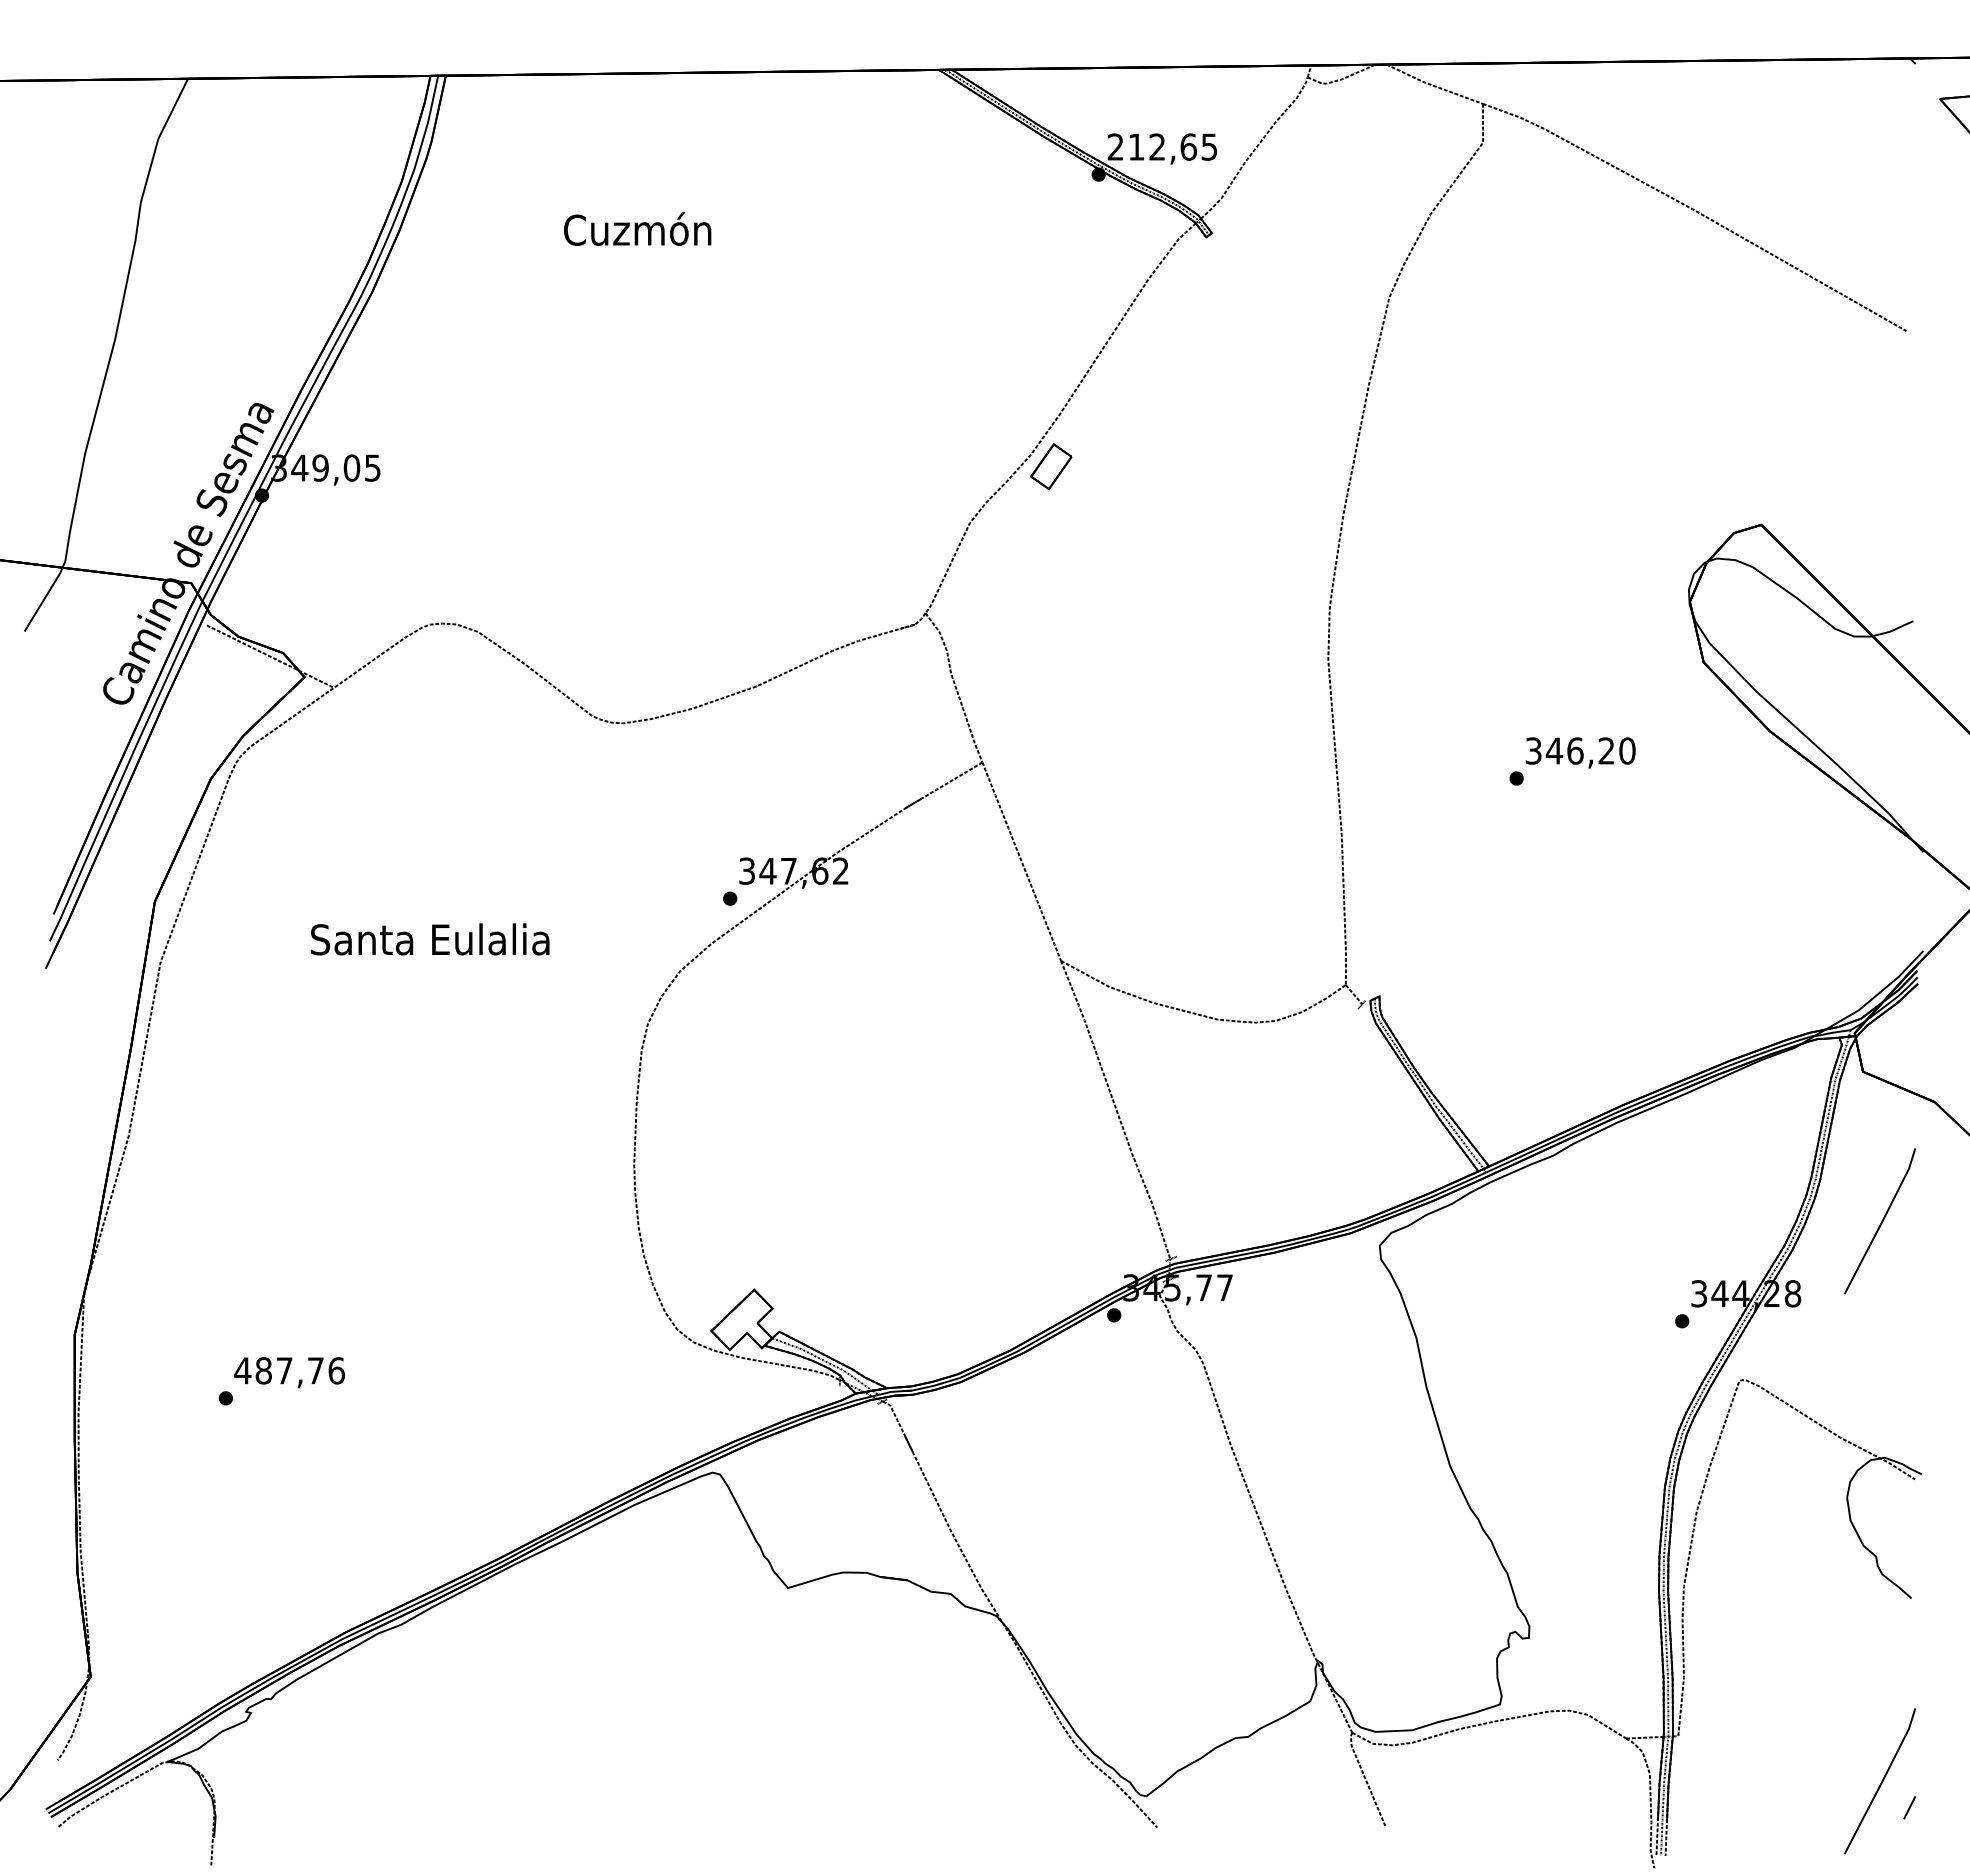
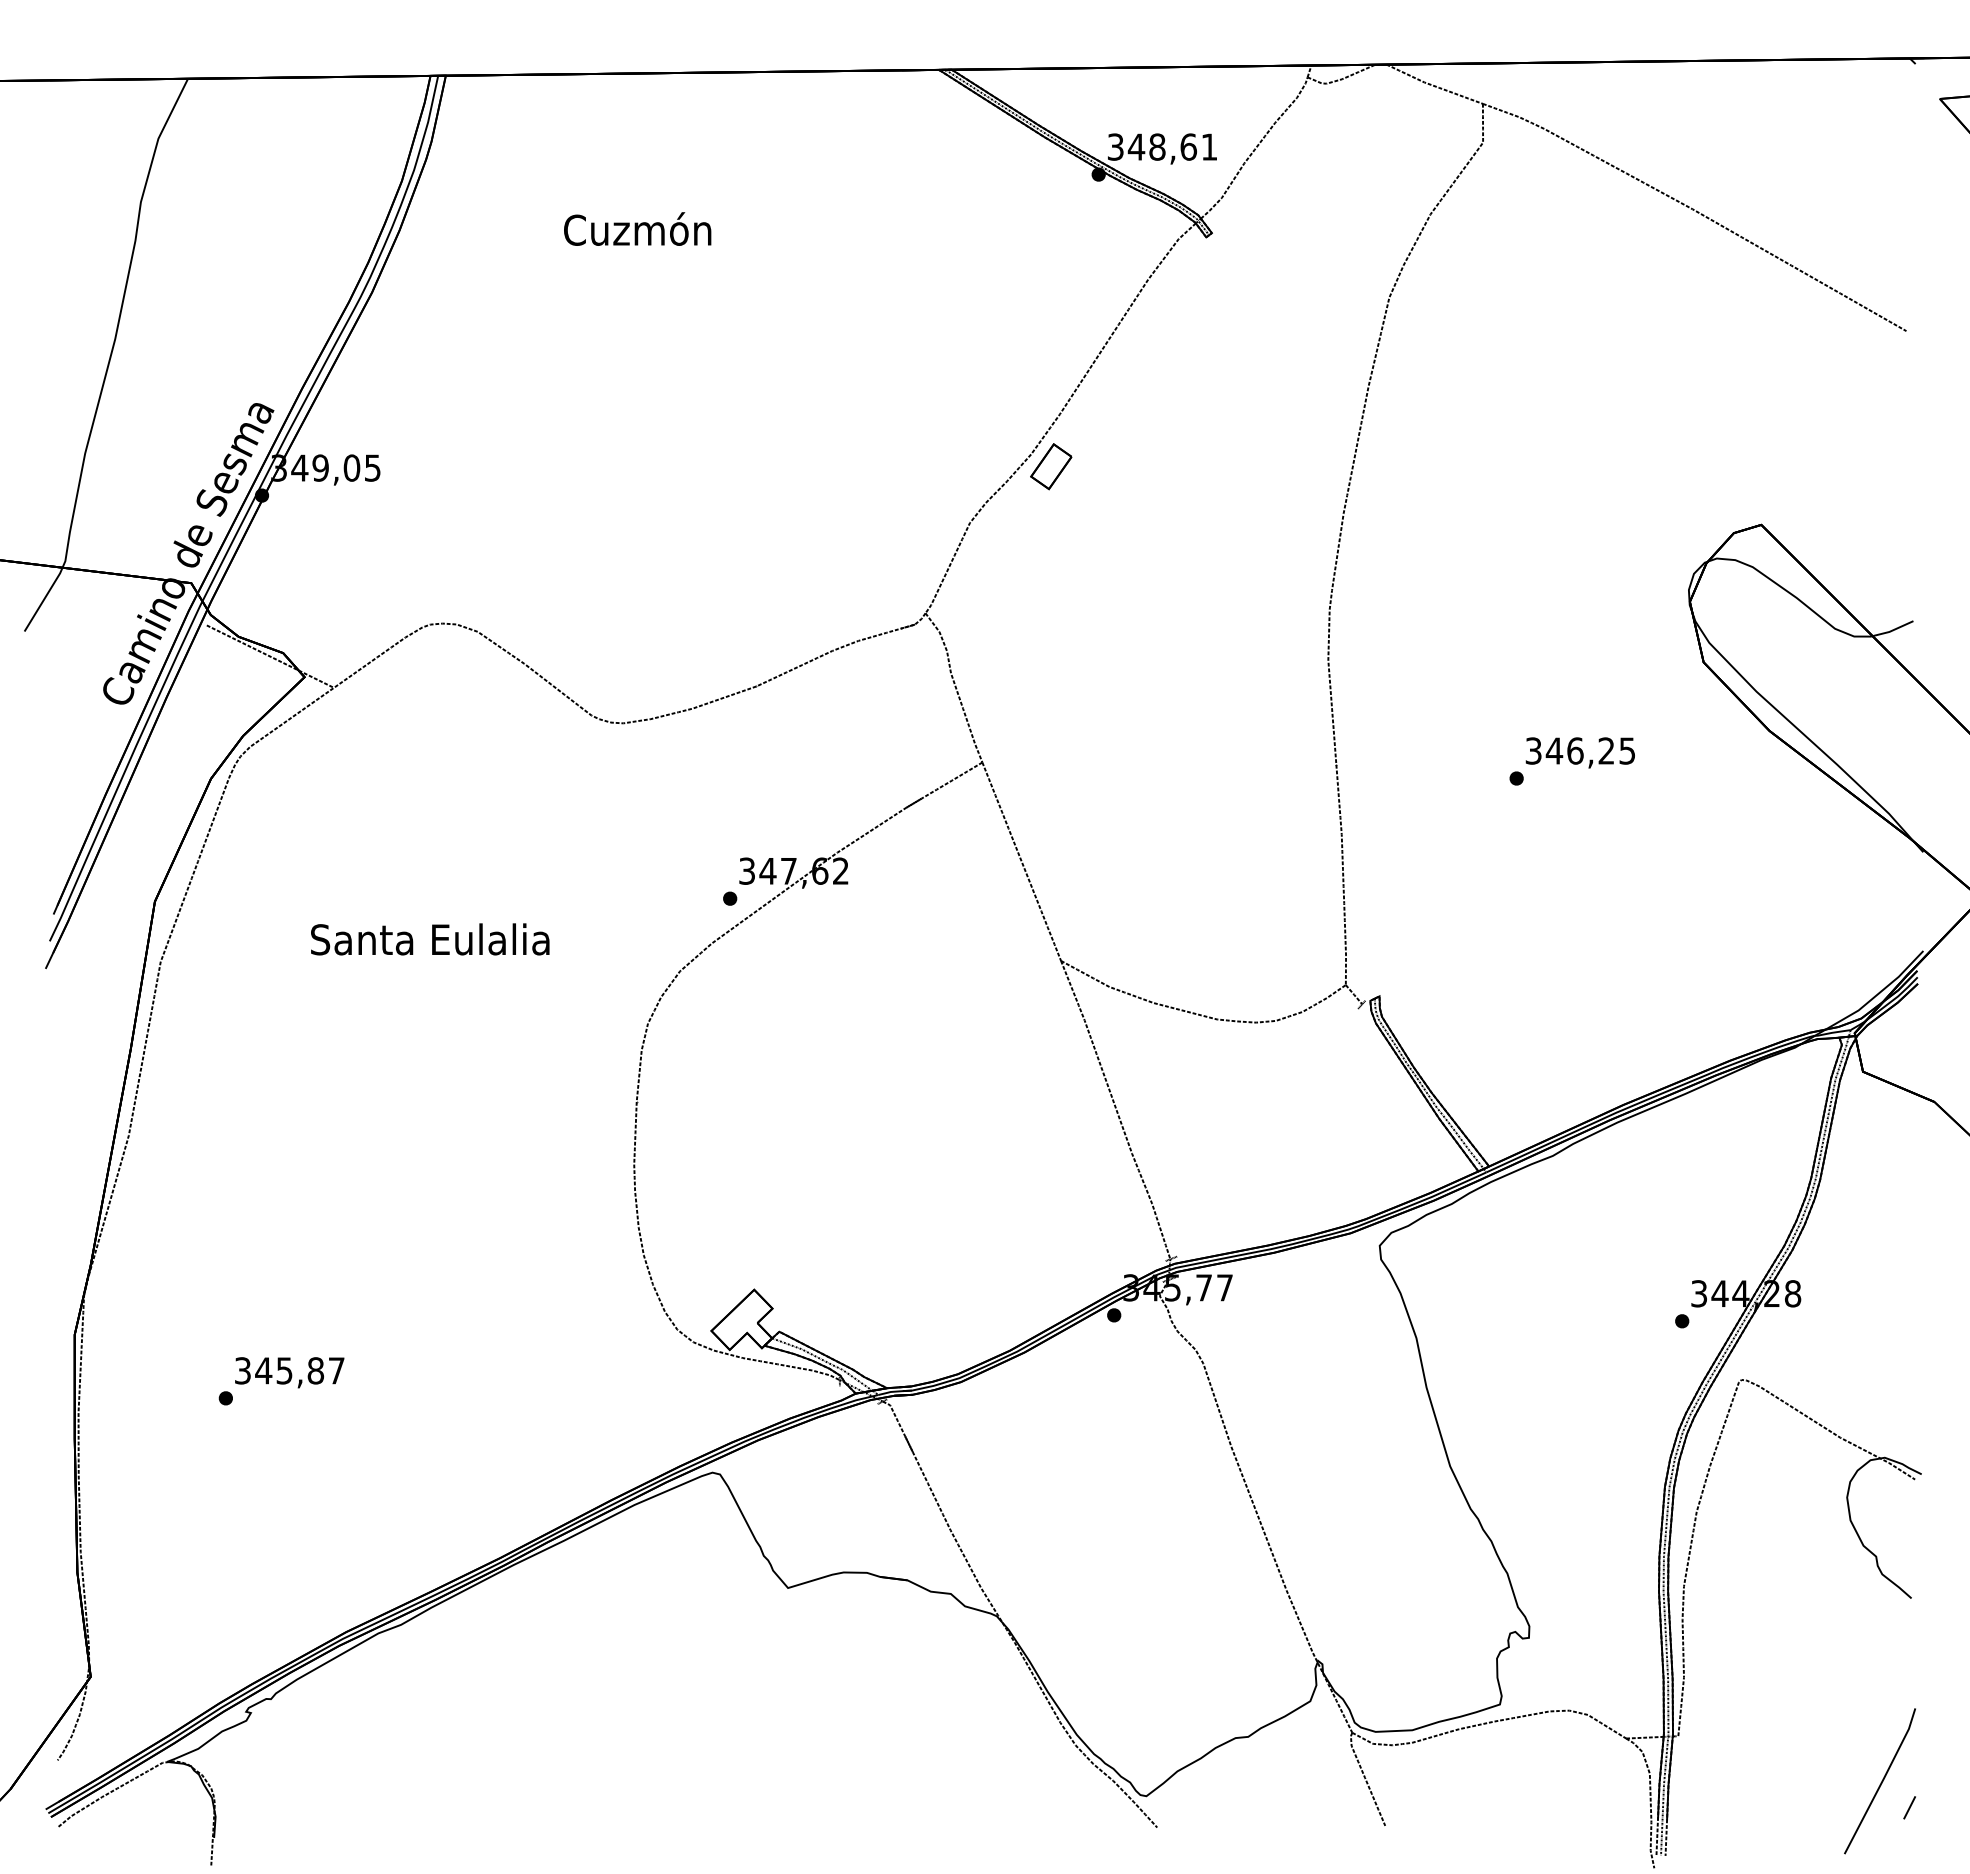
text at (1162, 146): 212,65 -> 348,61
text at (1627, 750): 346,20 -> 346,25
line at (1880, 1222): present -> none
text at (289, 1370): 487,76 -> 345,87
